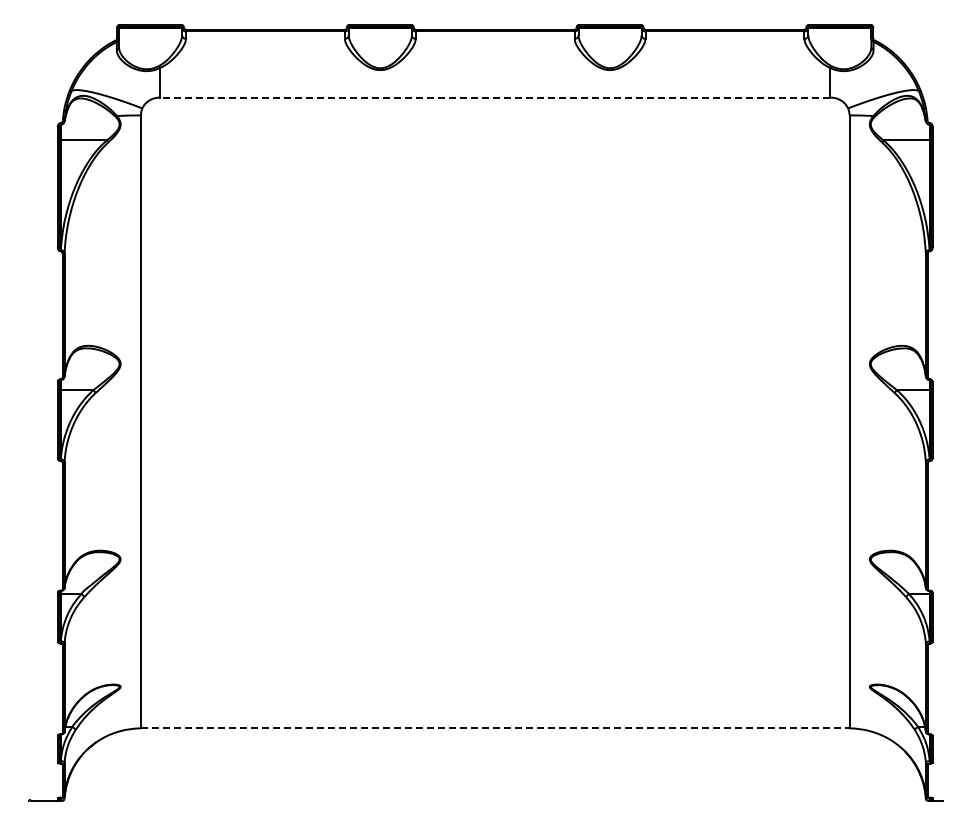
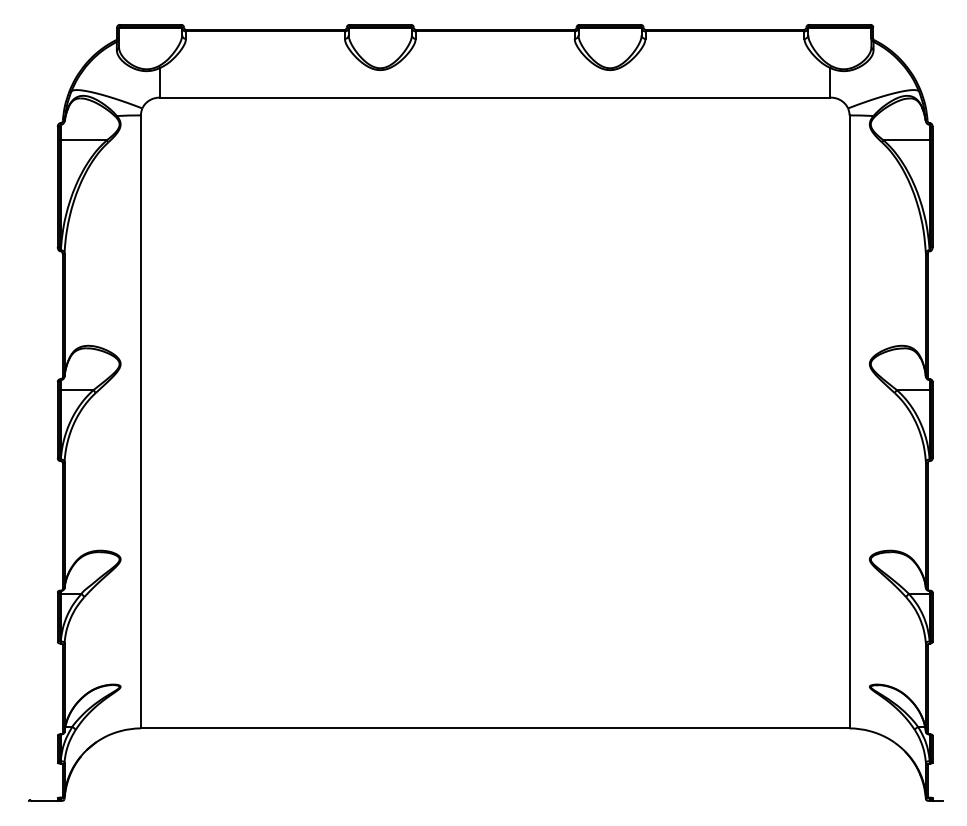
line at (494, 97): dashed -> solid
line at (495, 728): dashed -> solid
